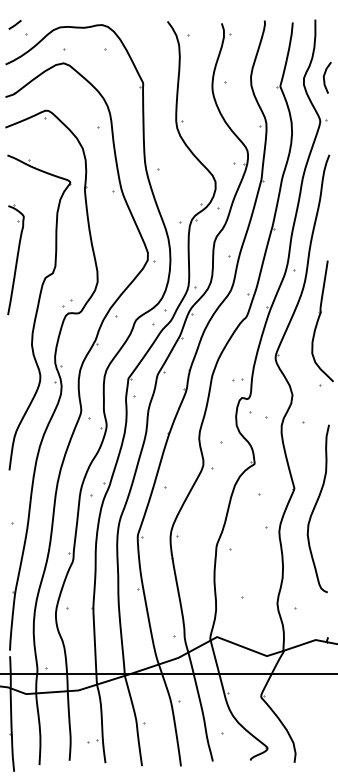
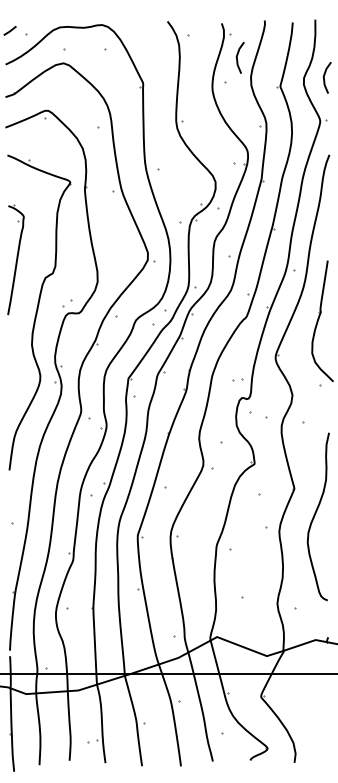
line at (14, 24) position: (14, 24) -> (9, 30)
line at (237, 57): none -> present
curve at (315, 508) position: (315, 508) -> (315, 516)
